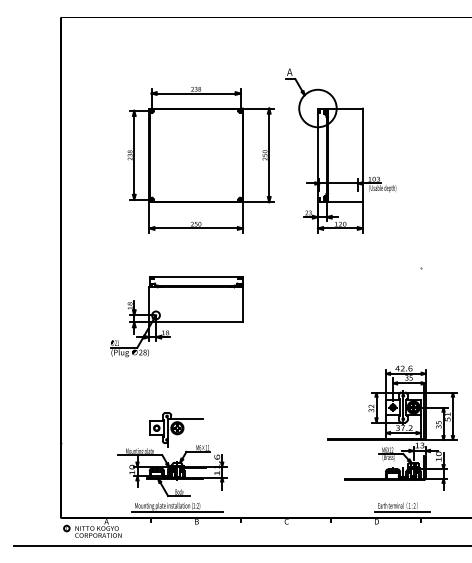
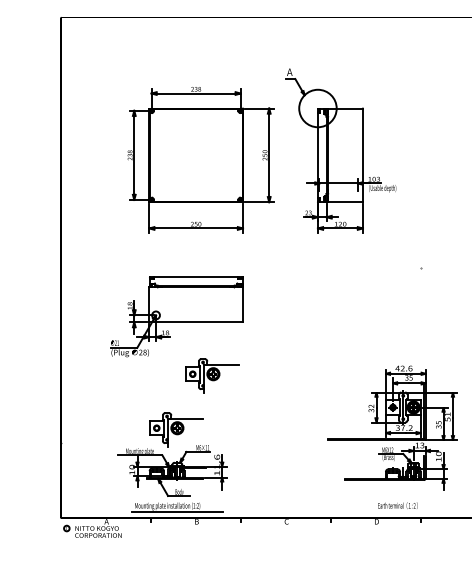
part at (212, 375): none -> present
line at (401, 512): present -> none
line at (241, 546): present -> none
